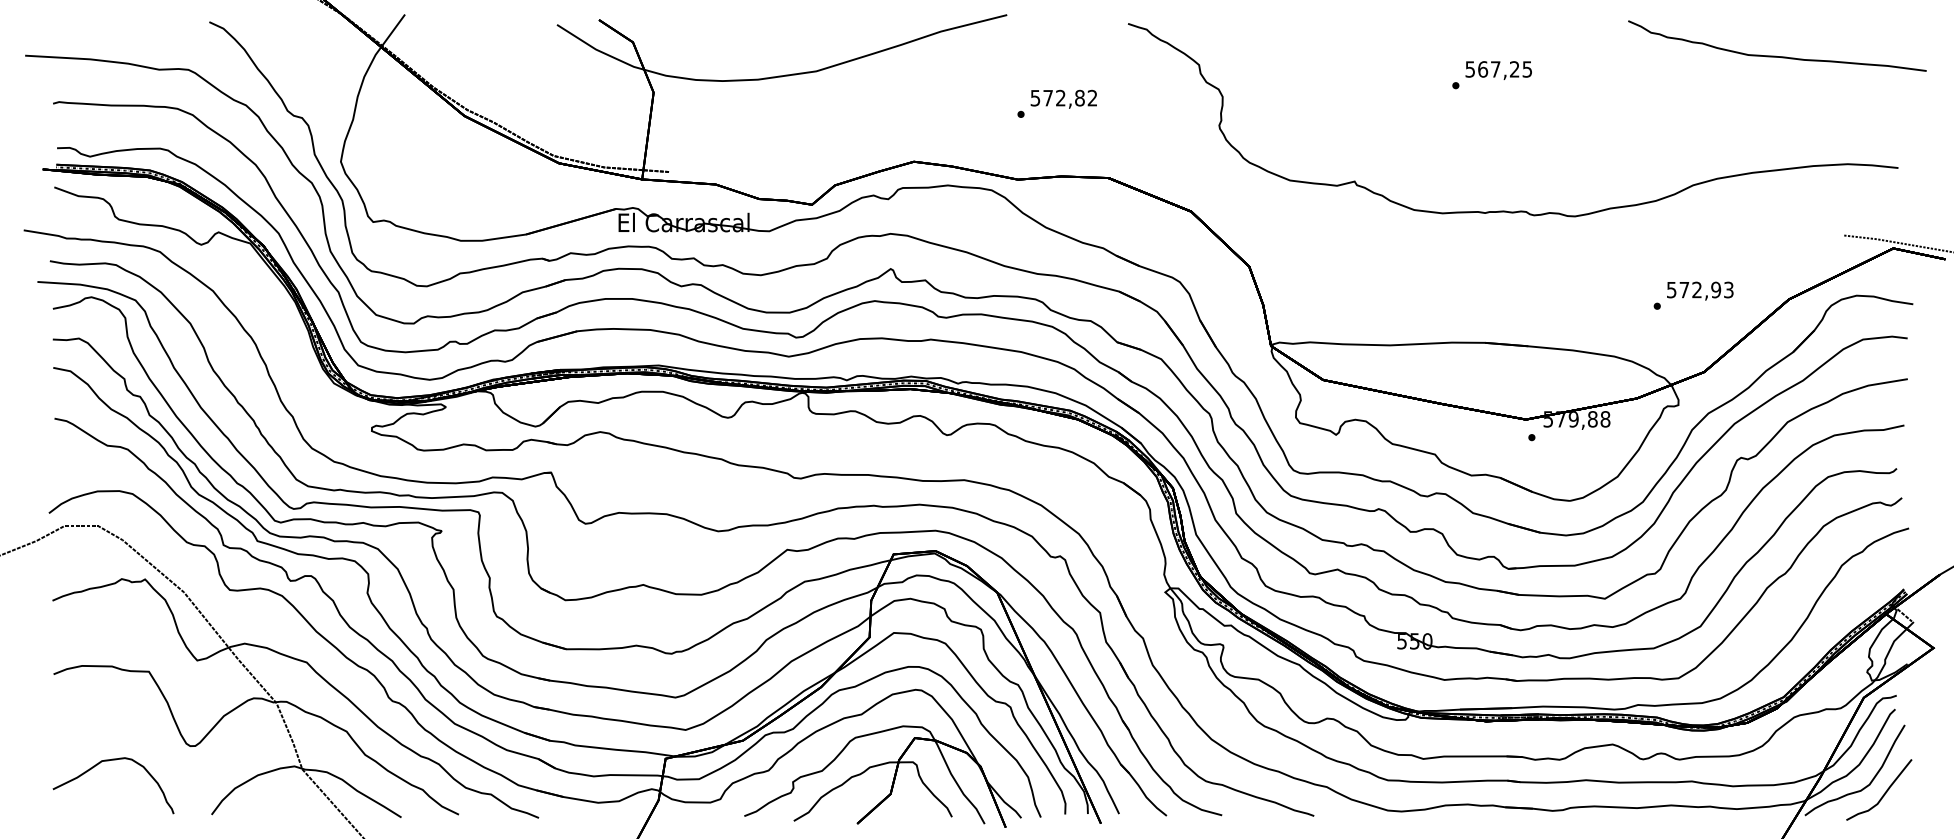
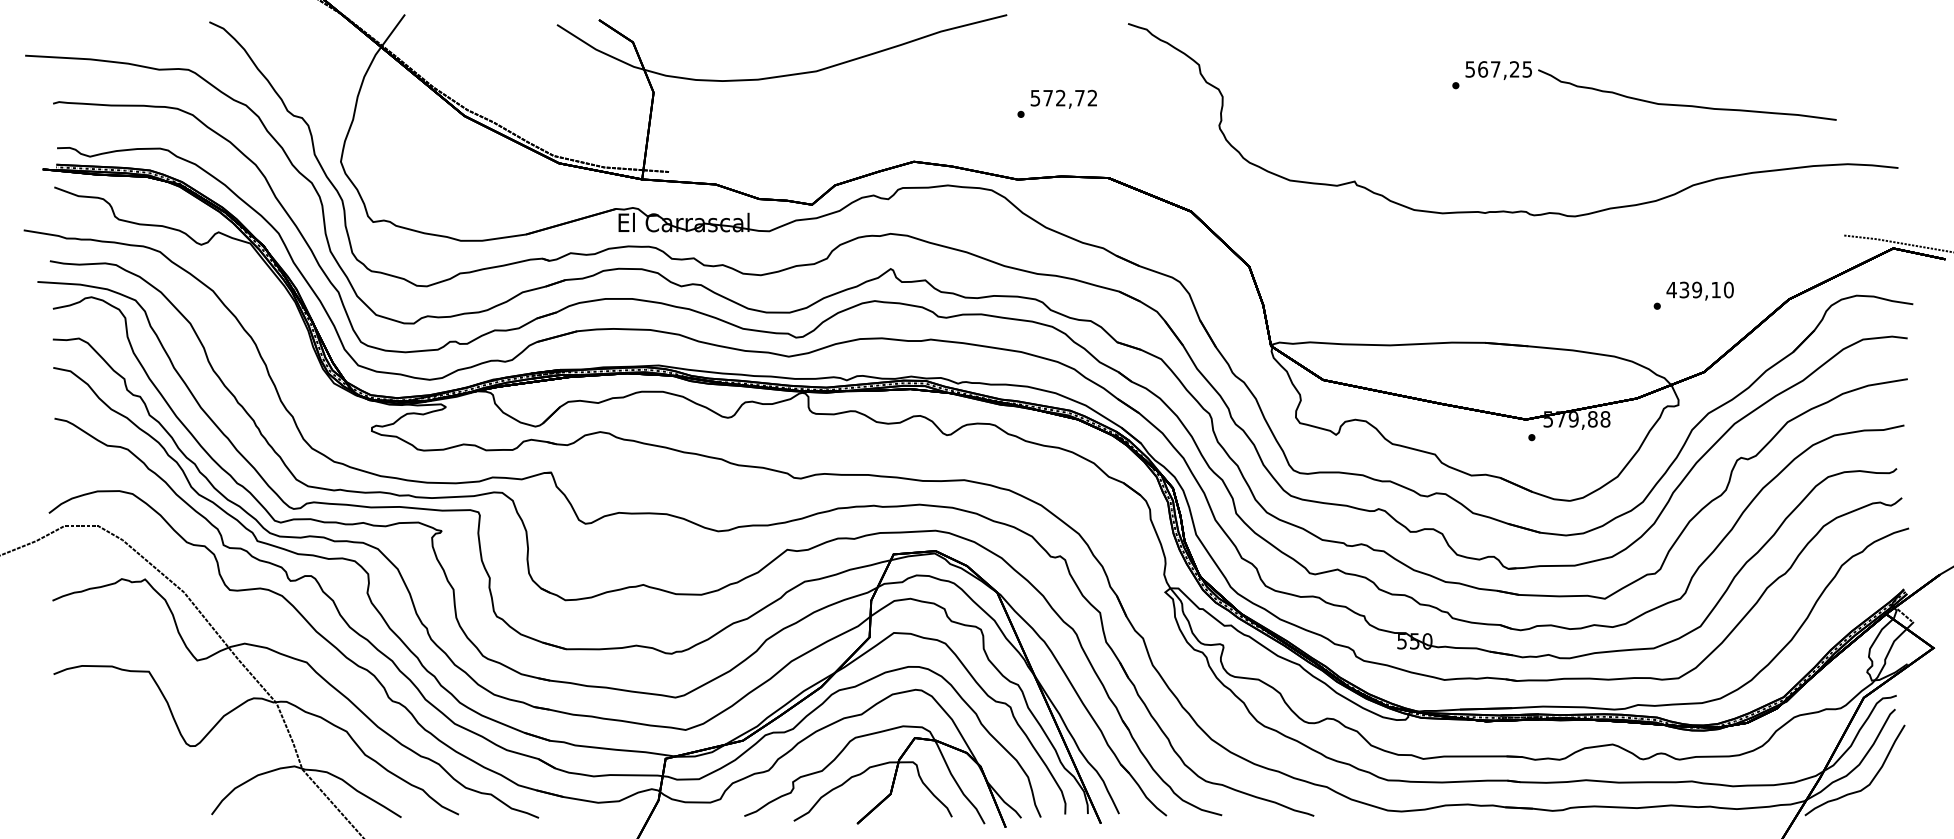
curve at (1776, 55) position: (1776, 55) -> (1686, 104)
text at (1079, 97): 572,82 -> 572,72
text at (1699, 289): 572,93 -> 439,10
curve at (108, 761): present -> none
curve at (1884, 792): present -> none
